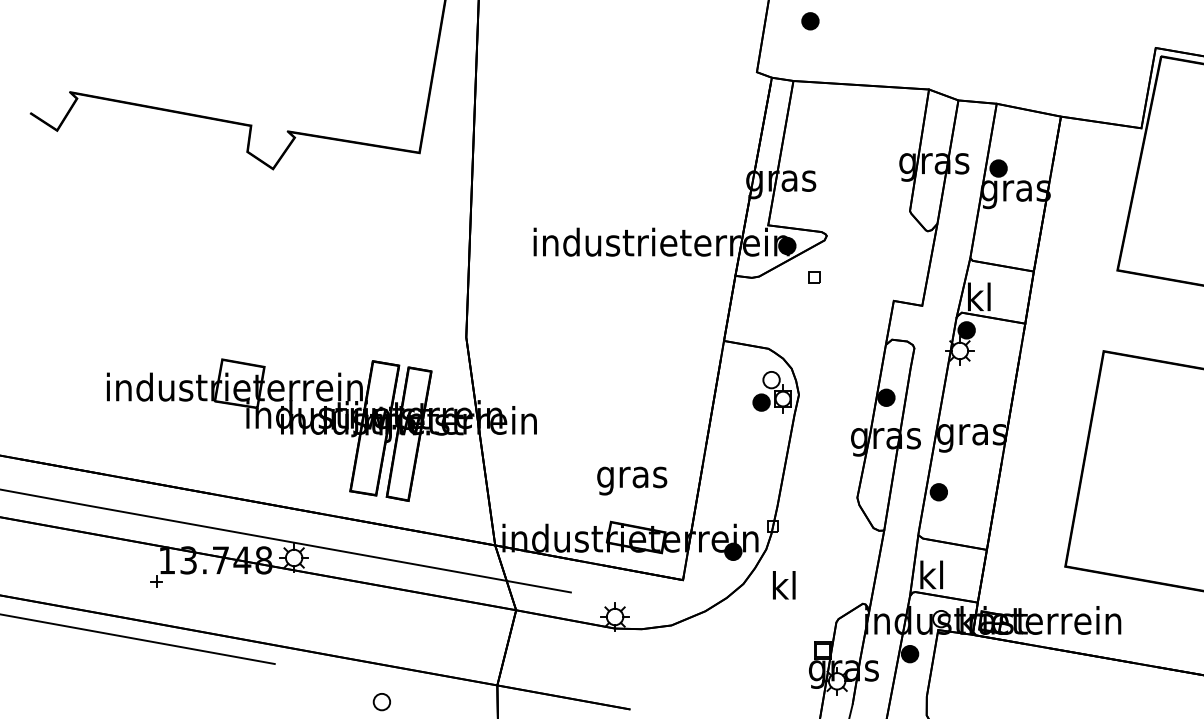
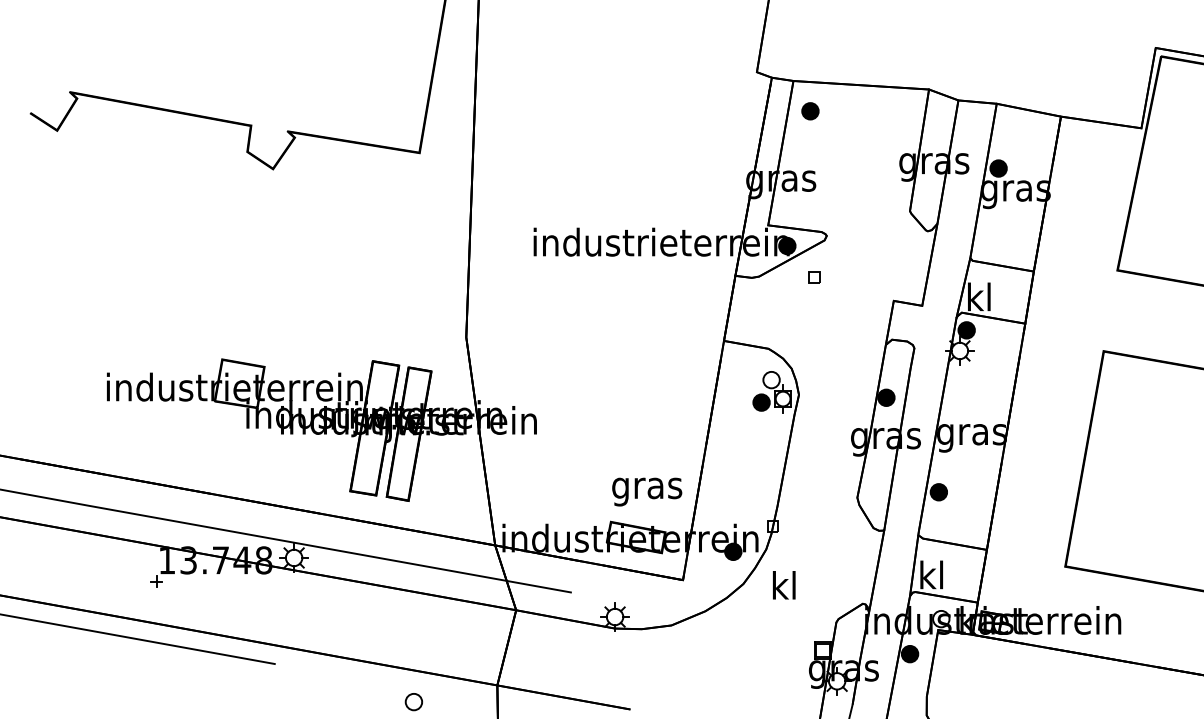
part at (810, 21) position: (810, 21) -> (810, 111)
text at (632, 480) position: (632, 480) -> (647, 491)
part at (381, 702) position: (381, 702) -> (413, 702)
